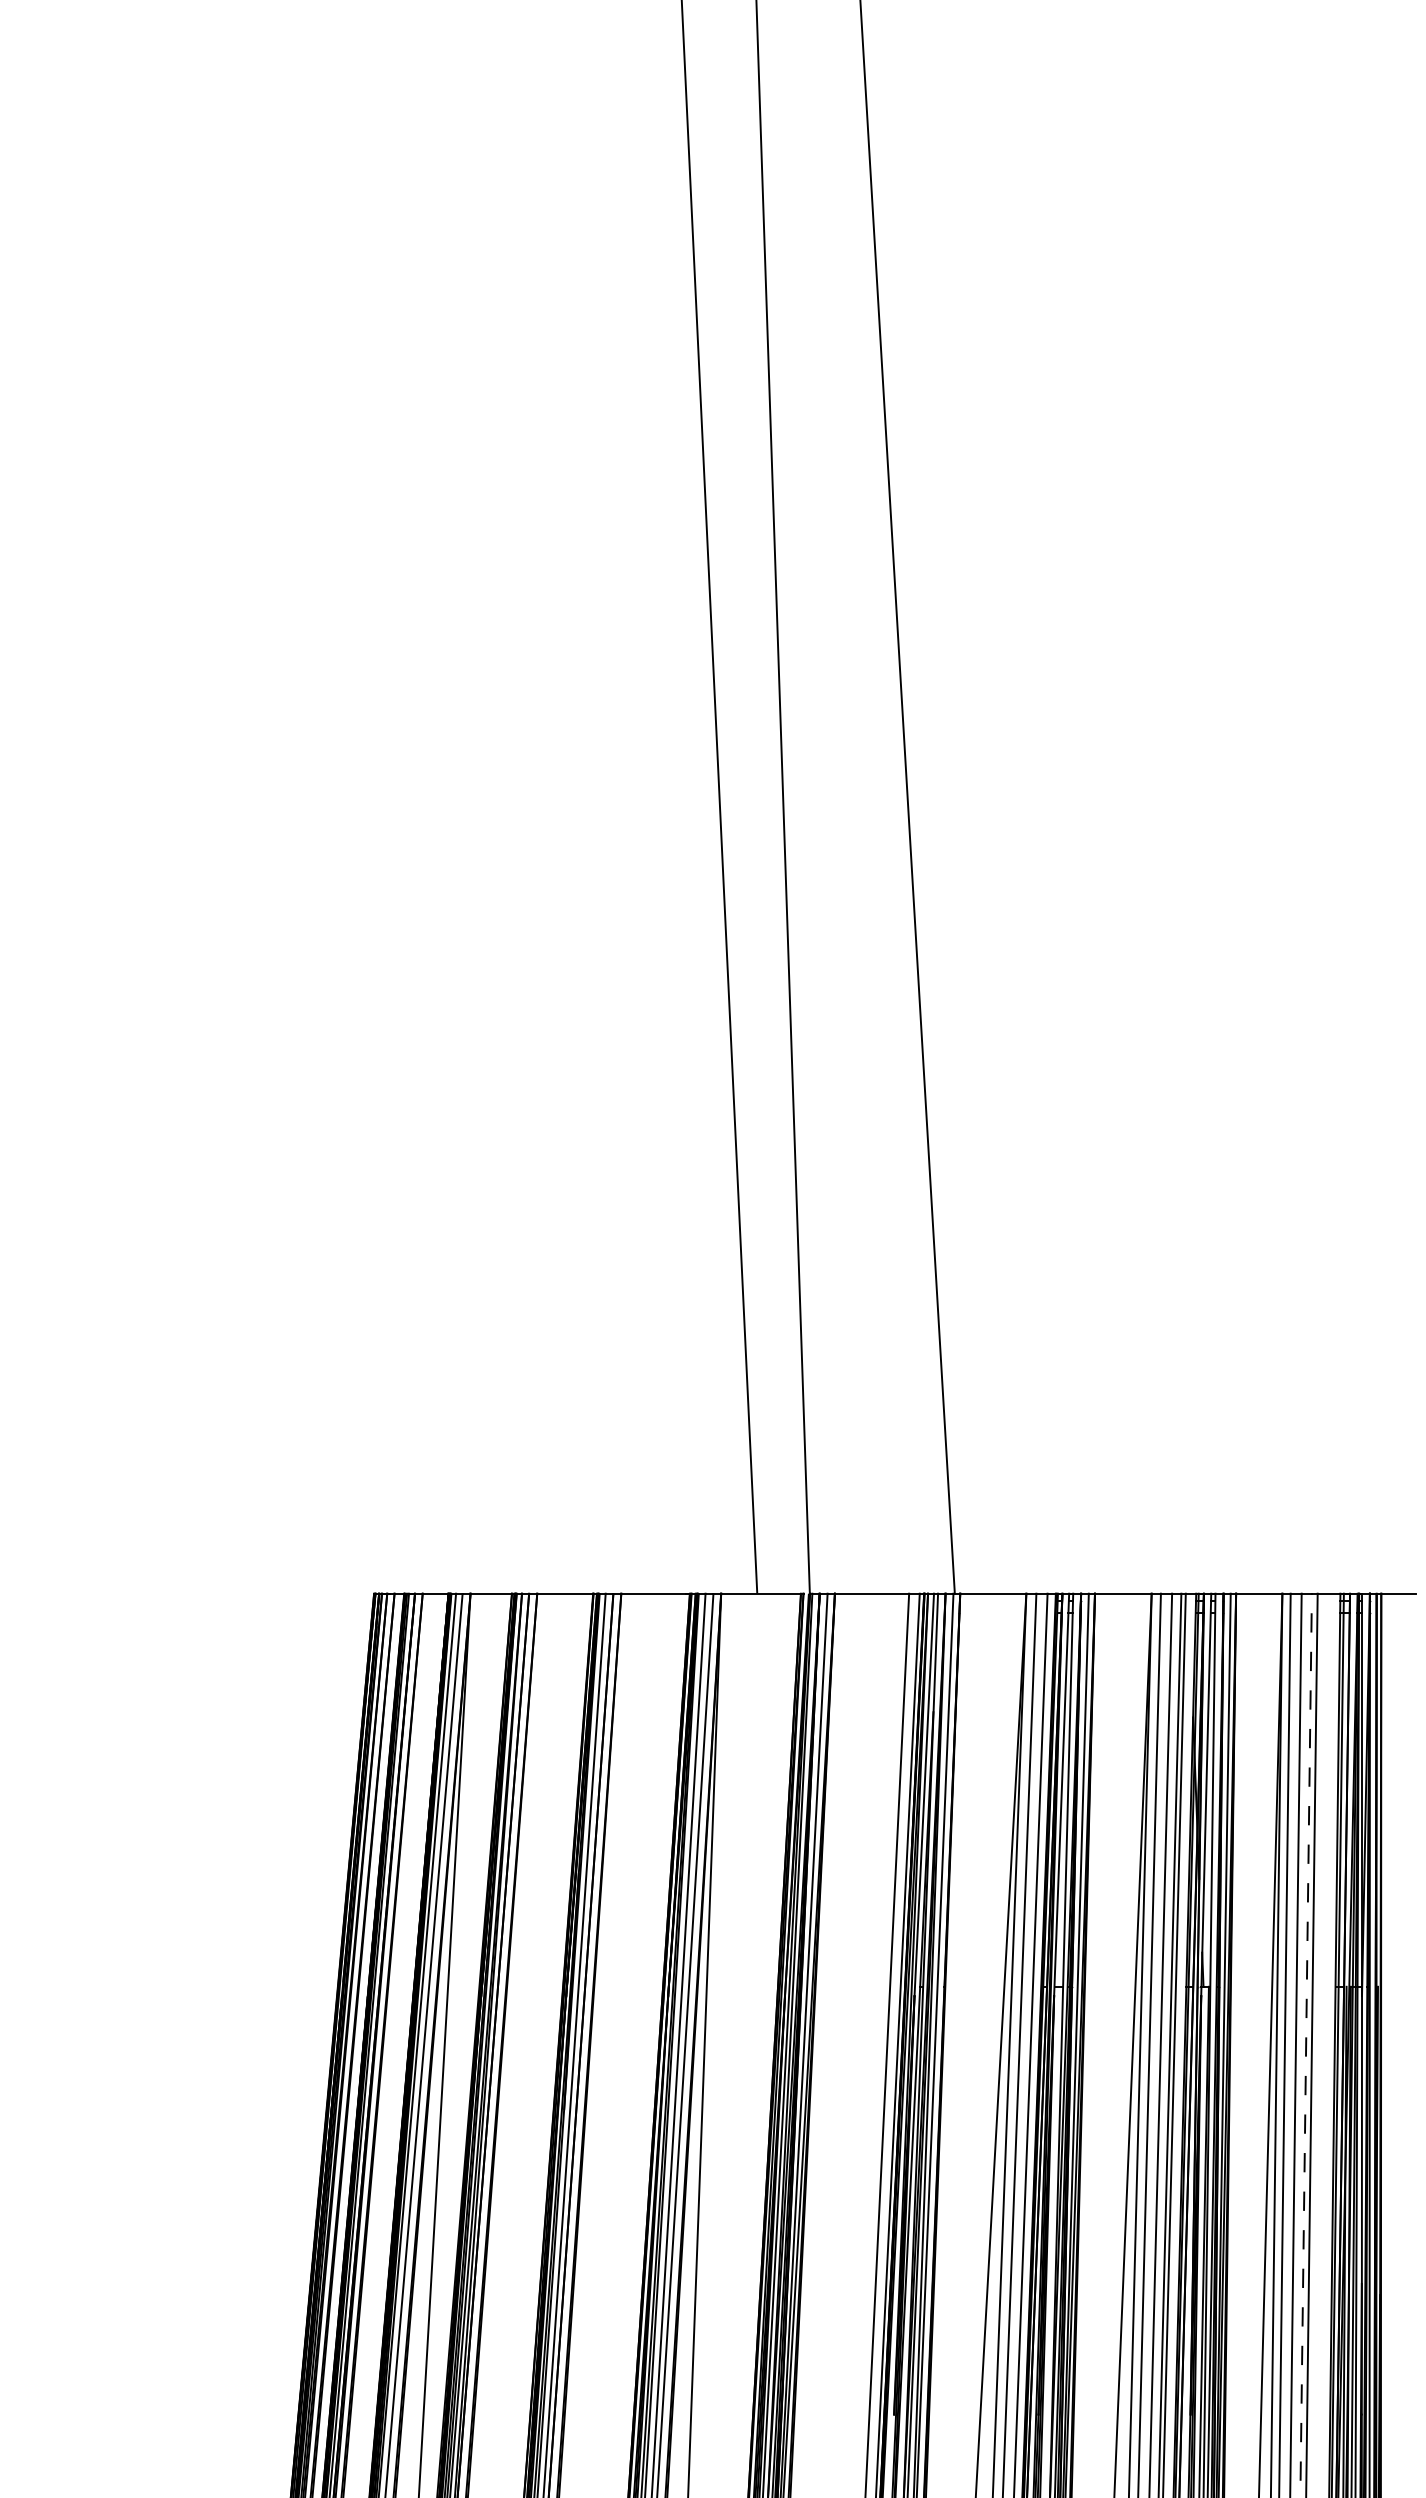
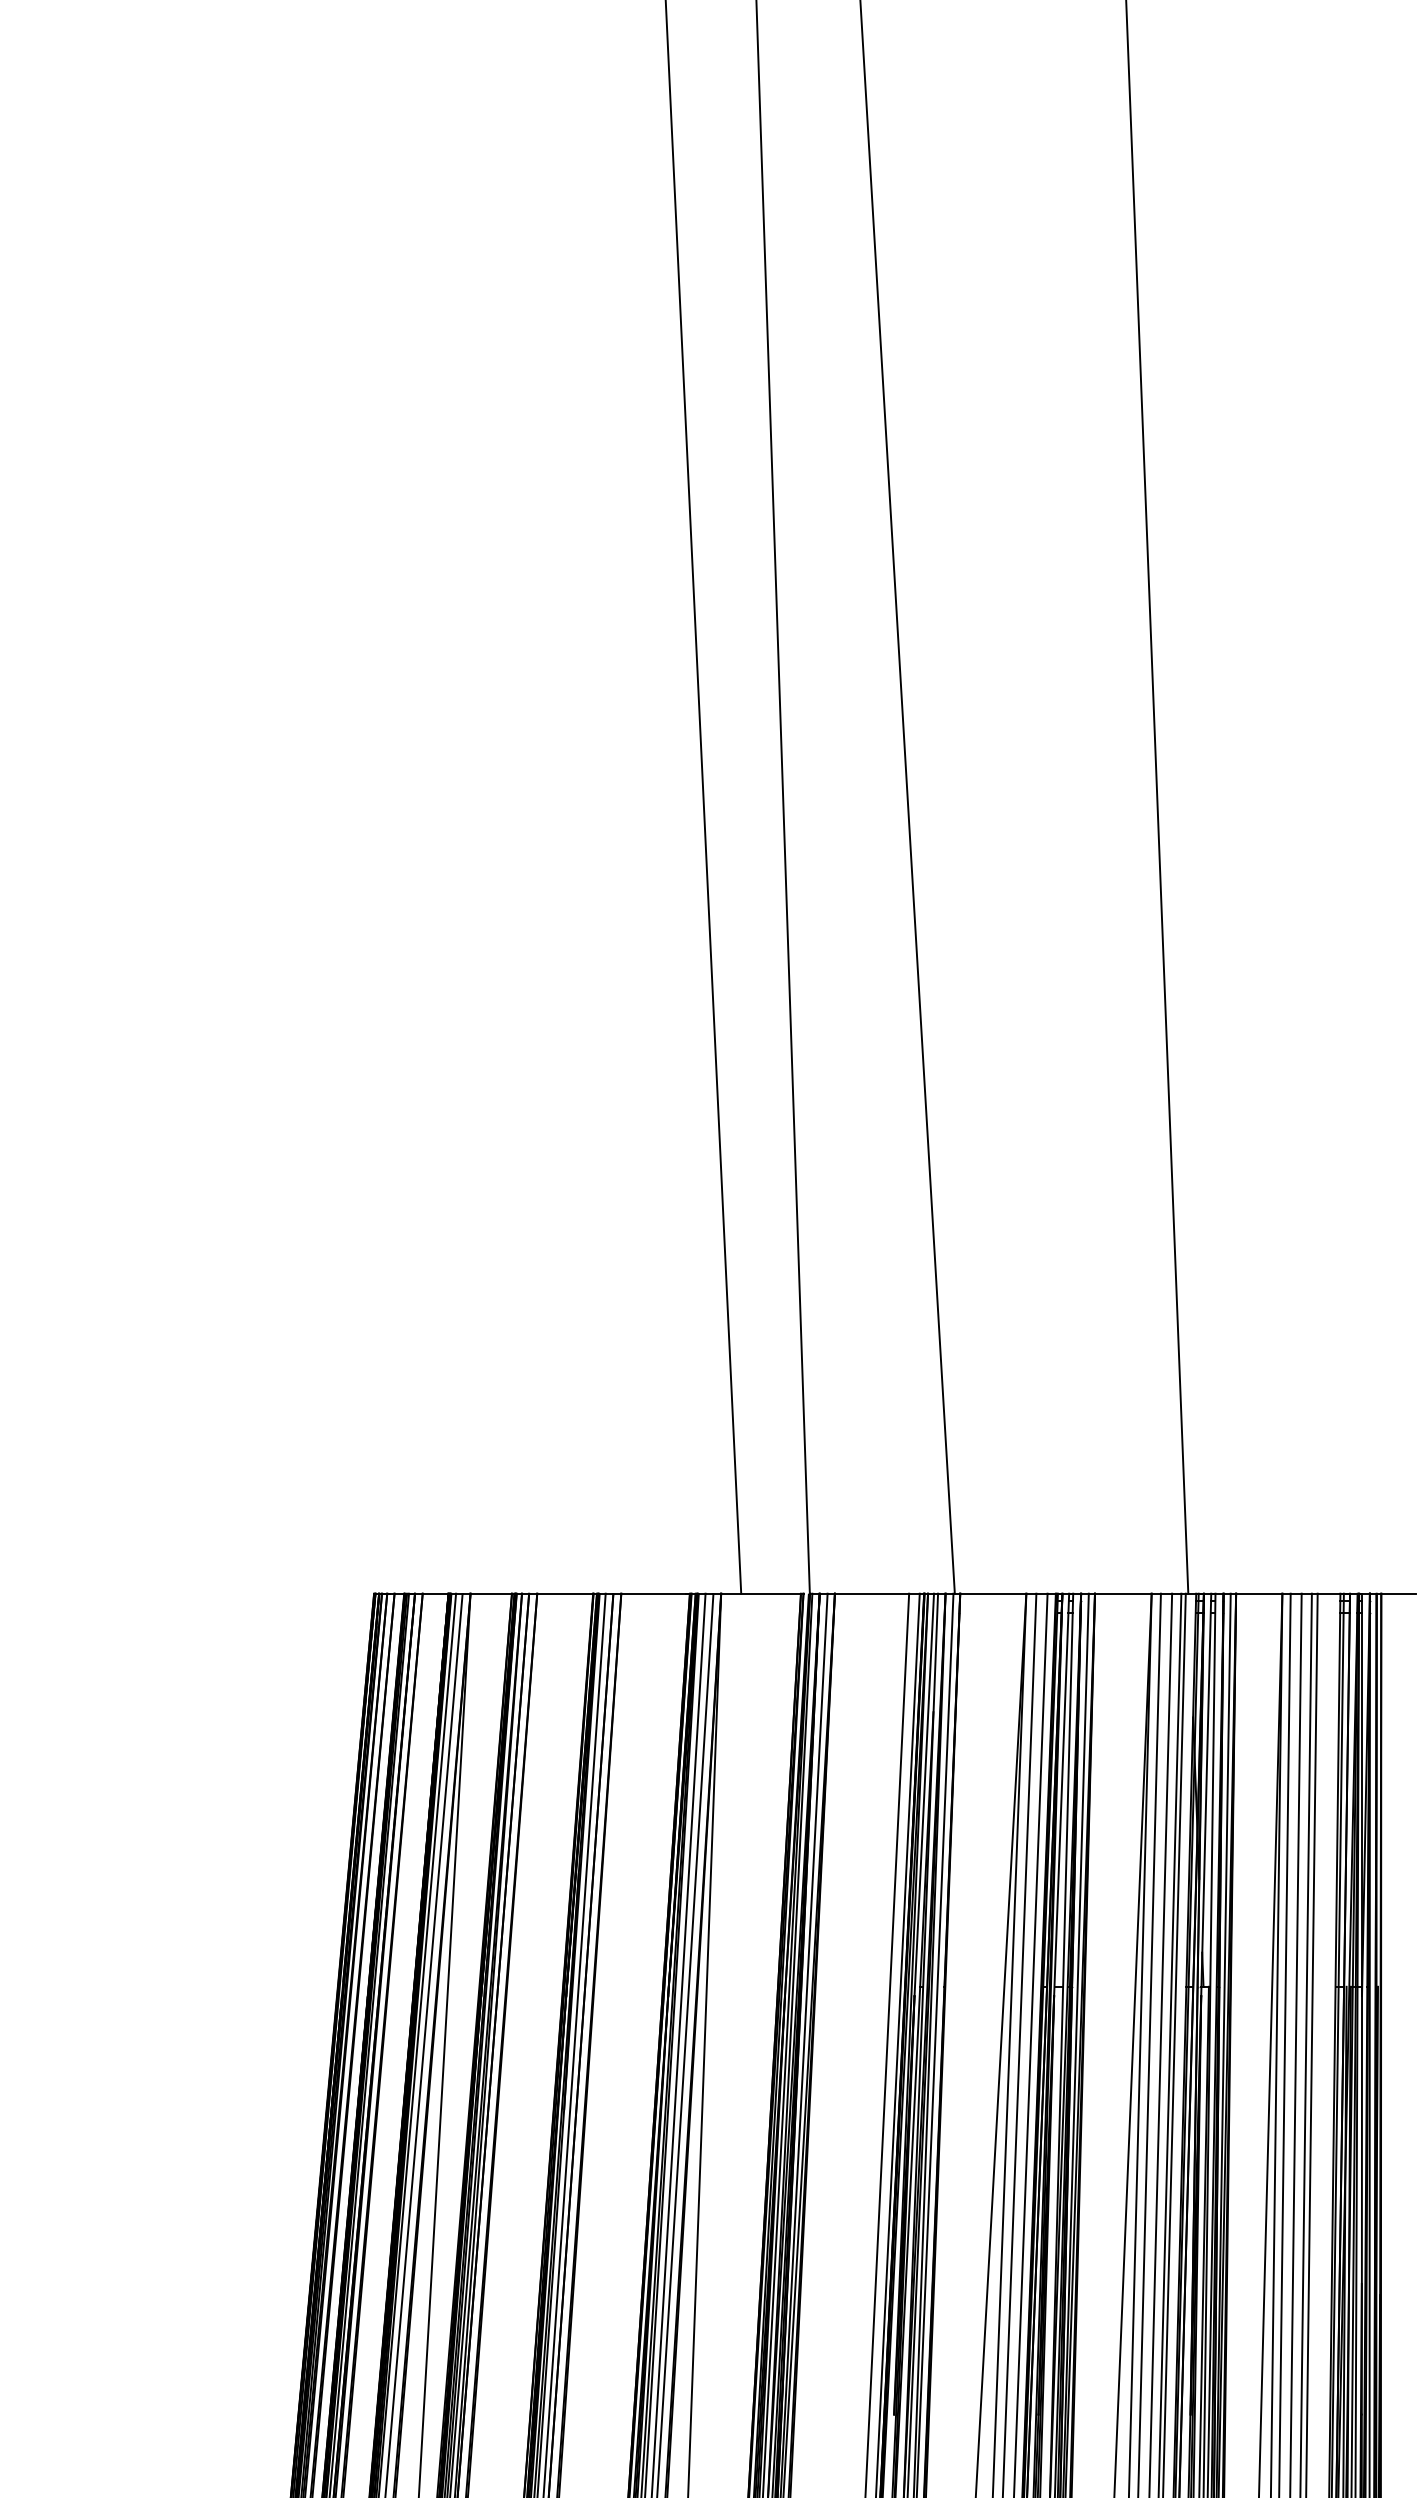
line at (719, 797) position: (719, 797) -> (703, 797)
line at (1157, 797): none -> present
line at (1306, 2045): dashed -> solid
